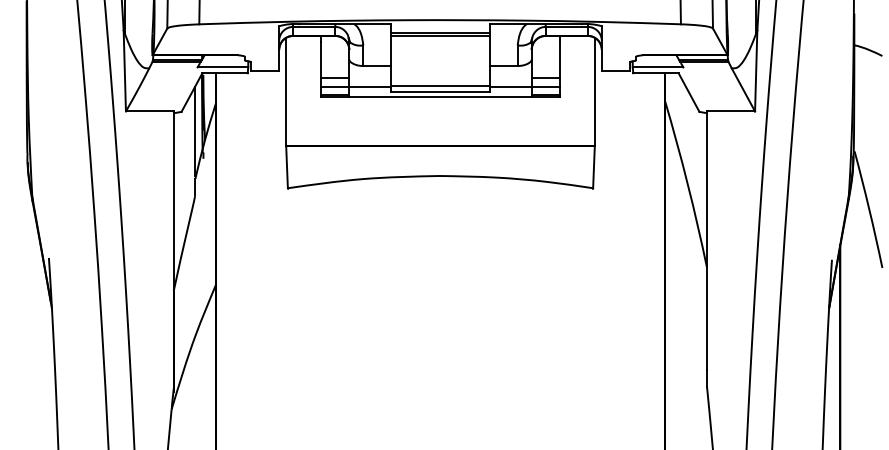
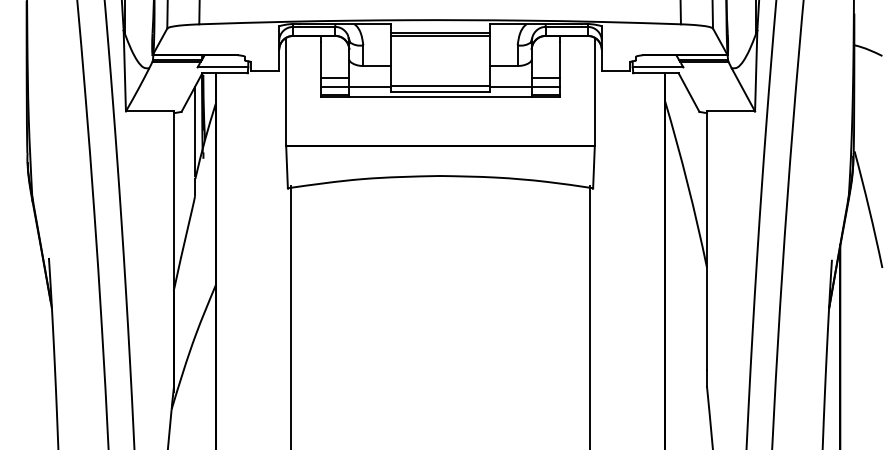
line at (290, 316): none -> present
line at (590, 316): none -> present
